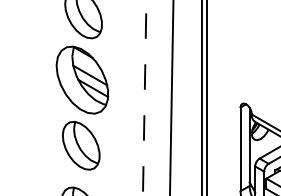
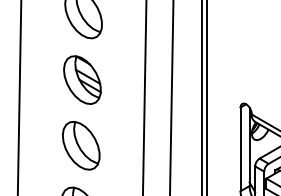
part at (82, 79) size: 55x70 px -> 39x50 px
line at (19, 97): none -> present
line at (144, 97): dashed -> solid
